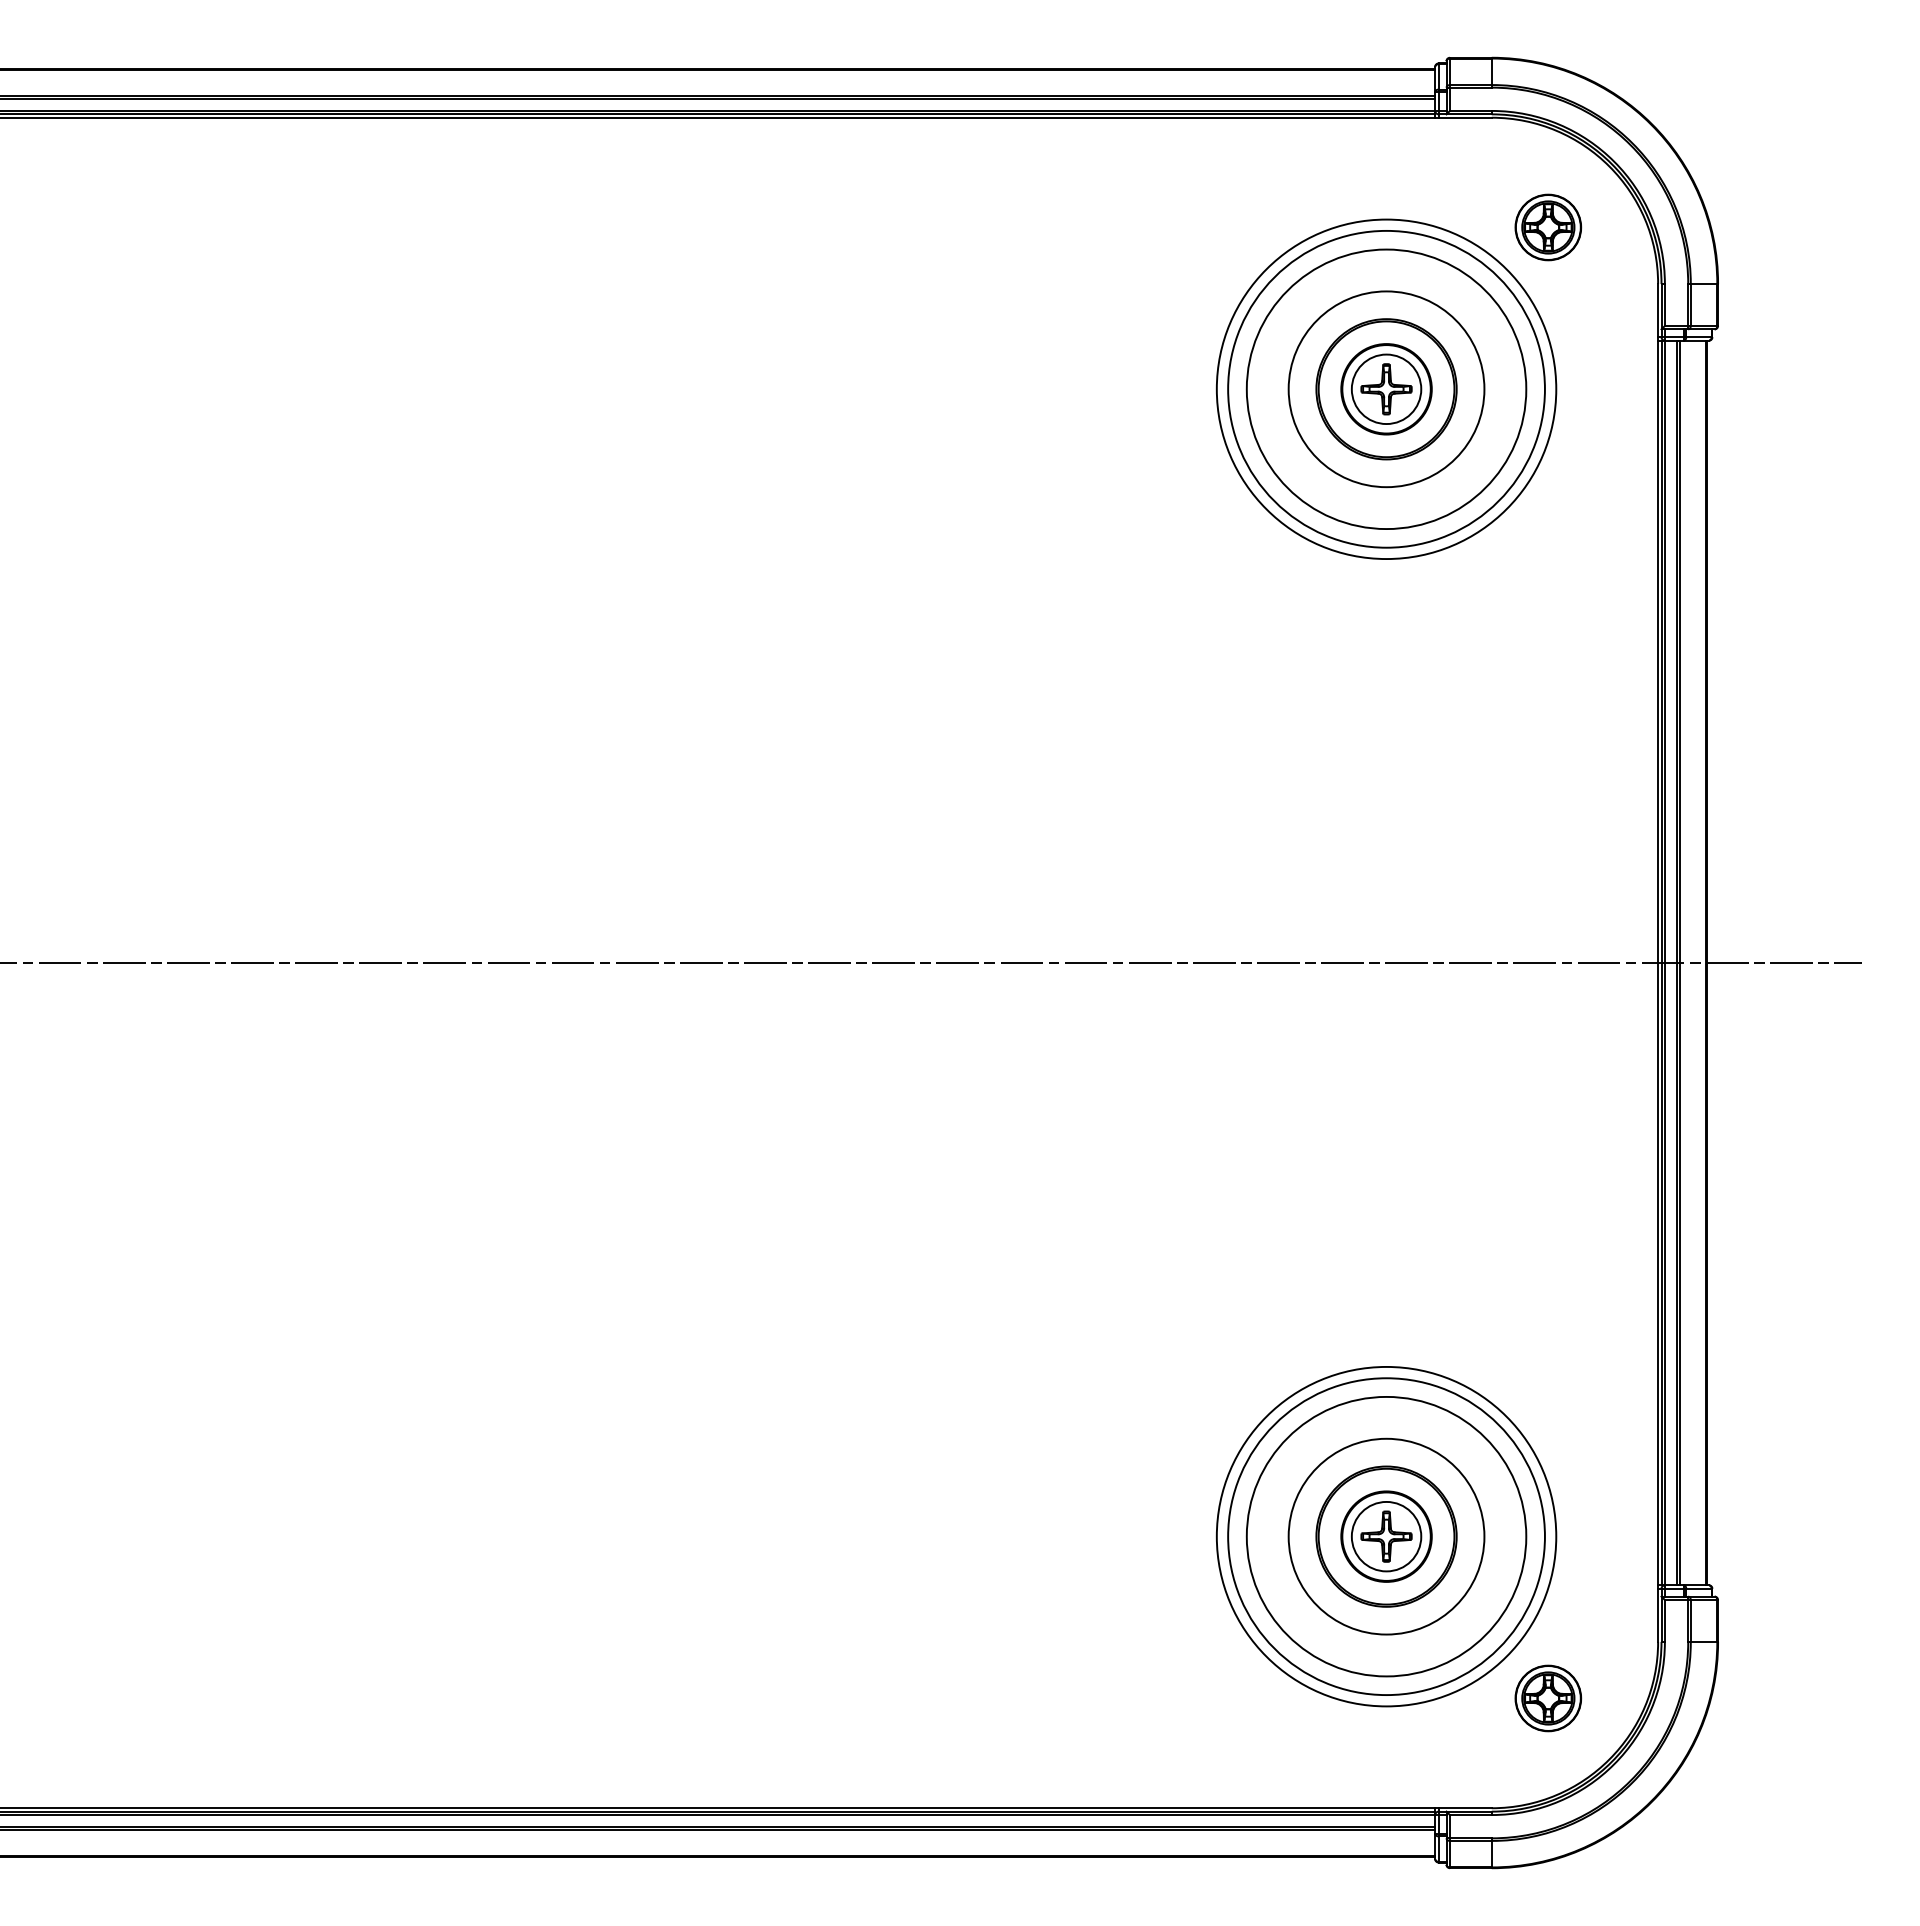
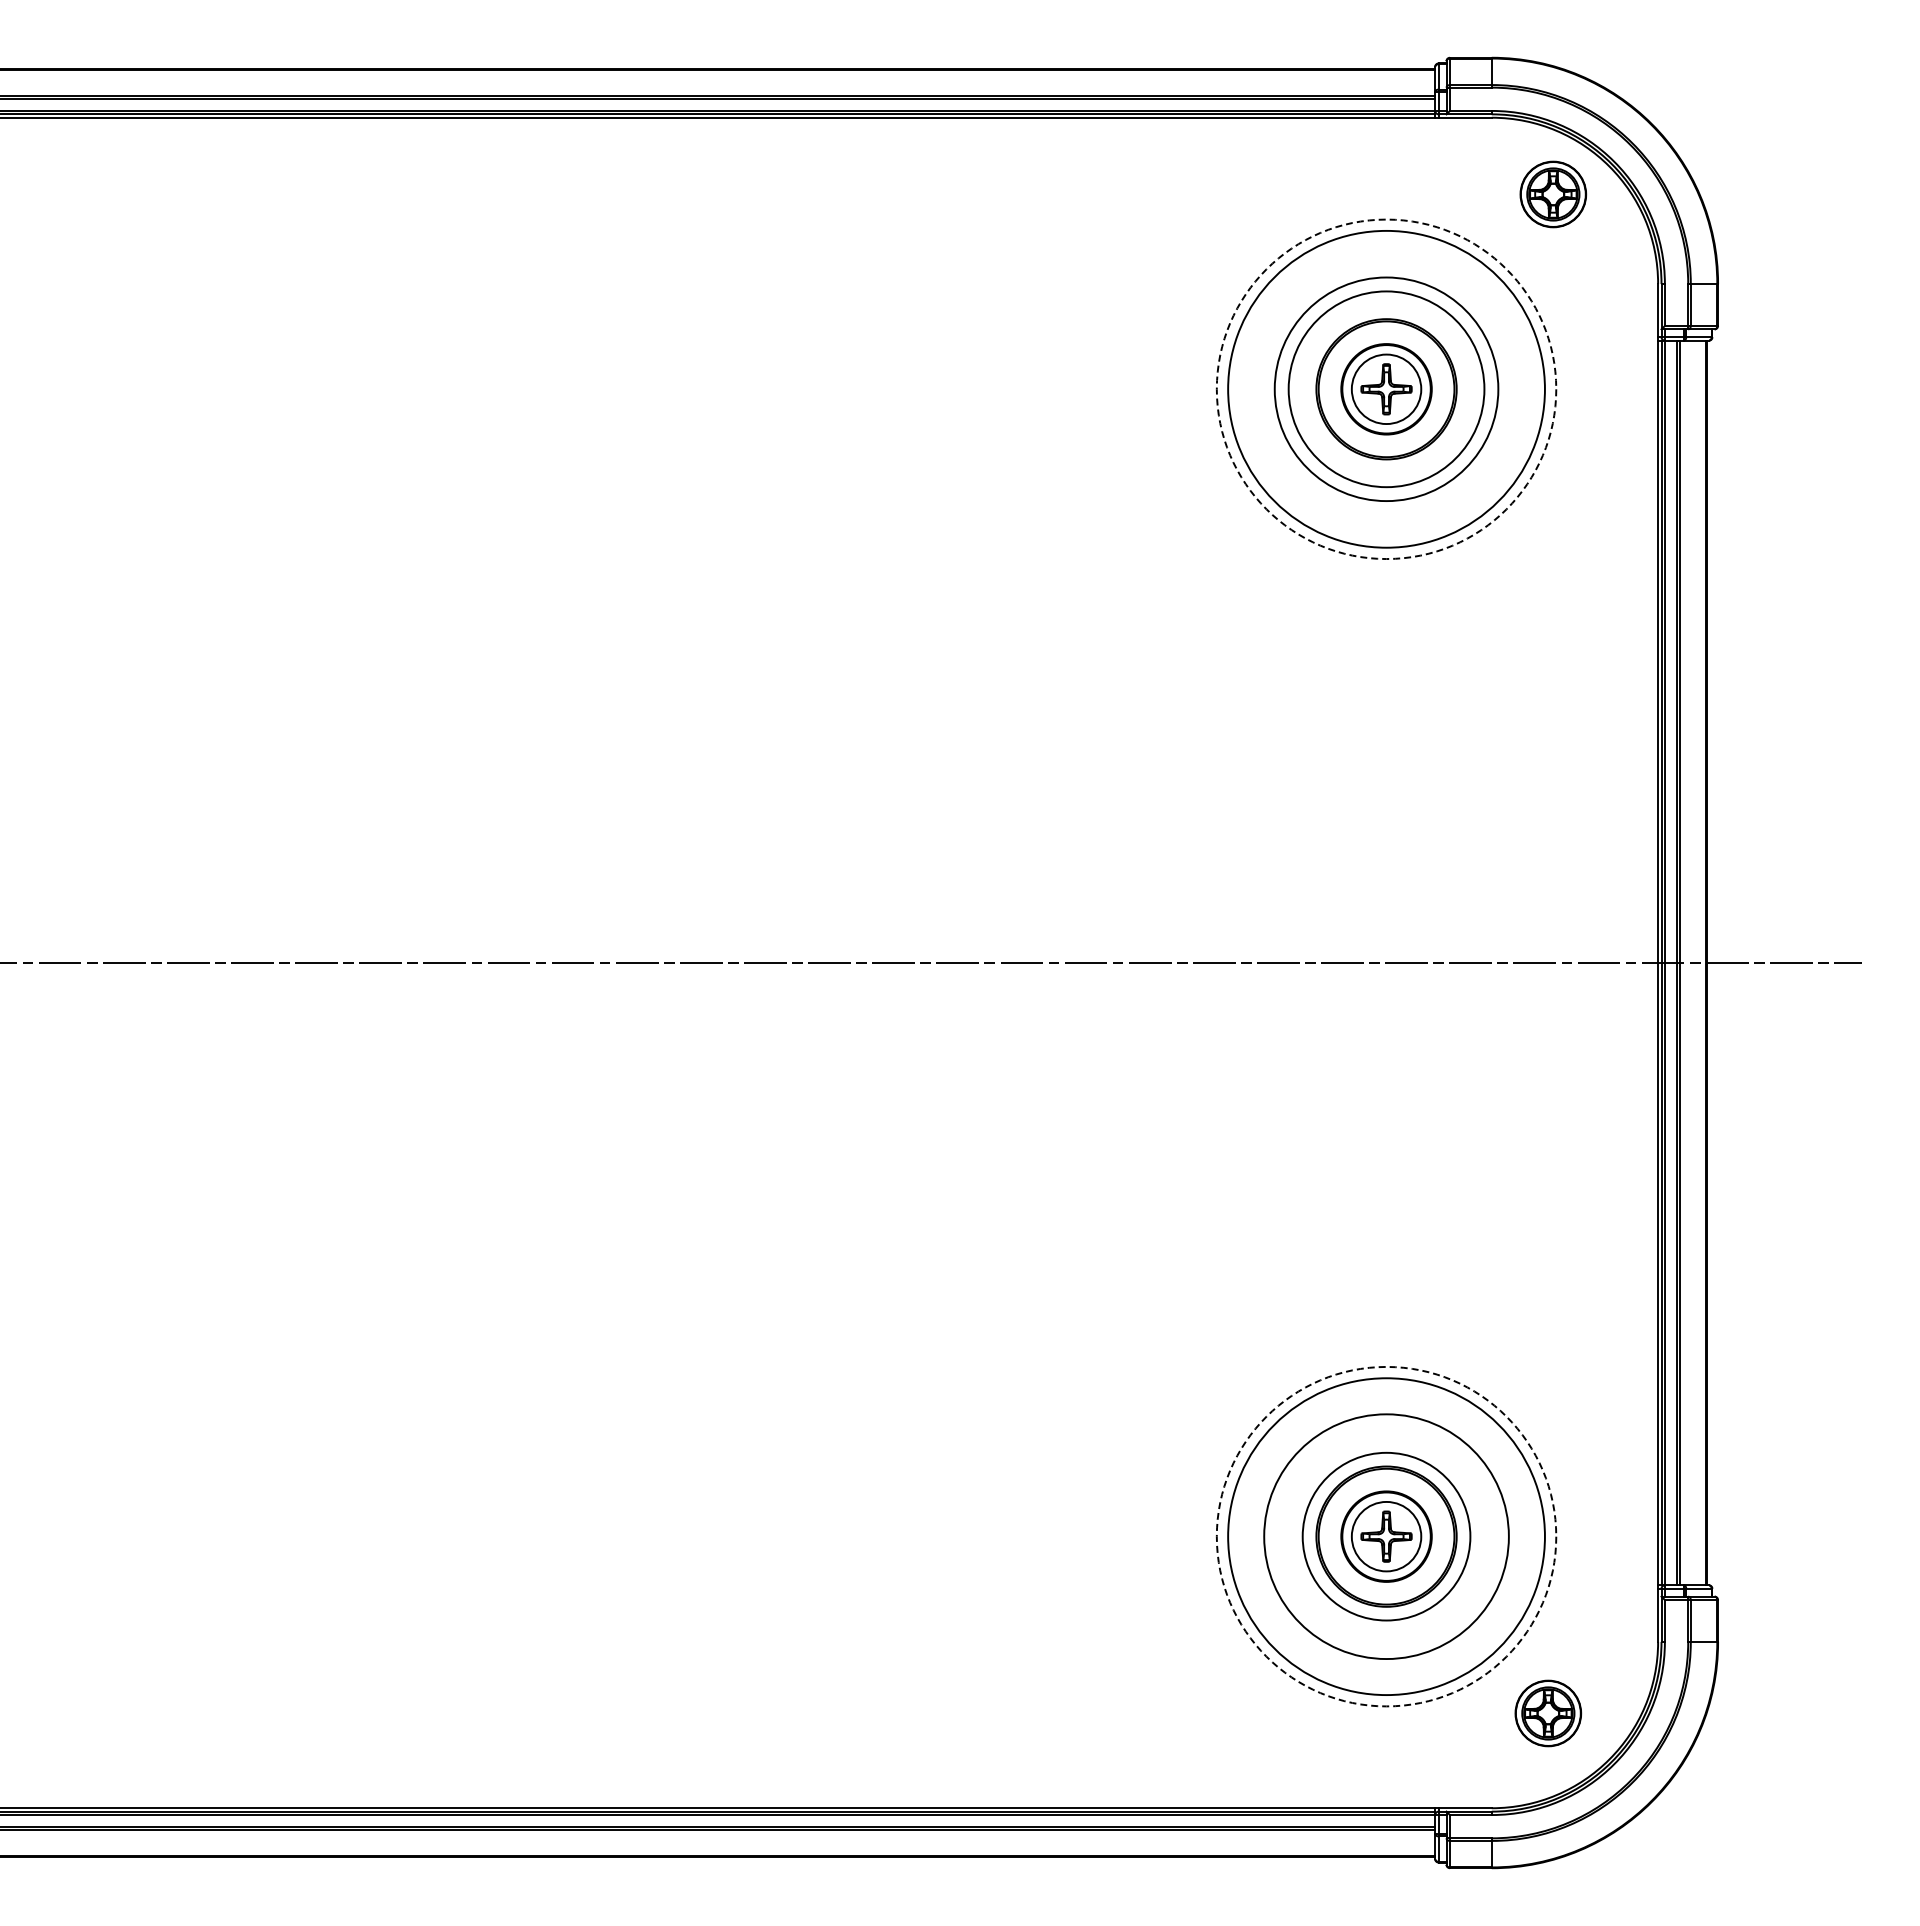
part at (1548, 227) position: (1548, 227) -> (1553, 194)
circle at (1386, 389) diameter: 279 px -> 224 px
circle at (1386, 389): solid -> dashed
circle at (1386, 1536) diameter: 196 px -> 245 px
circle at (1386, 1536) diameter: 279 px -> 168 px
circle at (1386, 1536): solid -> dashed
part at (1548, 1698) position: (1548, 1698) -> (1548, 1713)
